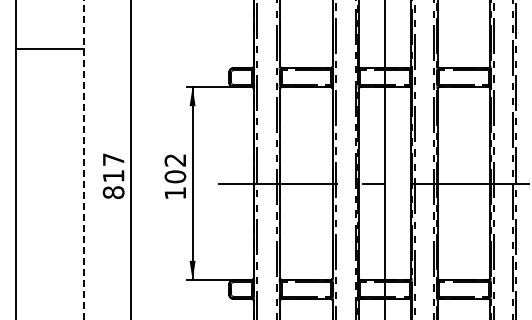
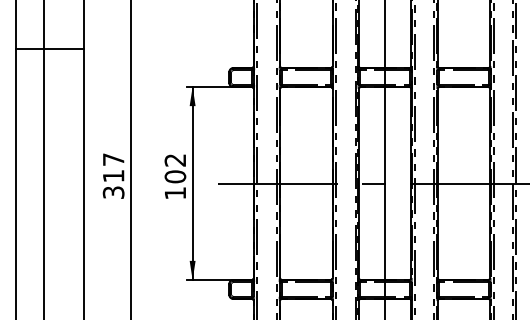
line at (44, 159): none -> present
line at (84, 160): dashed -> solid
text at (113, 192): 817 -> 317
